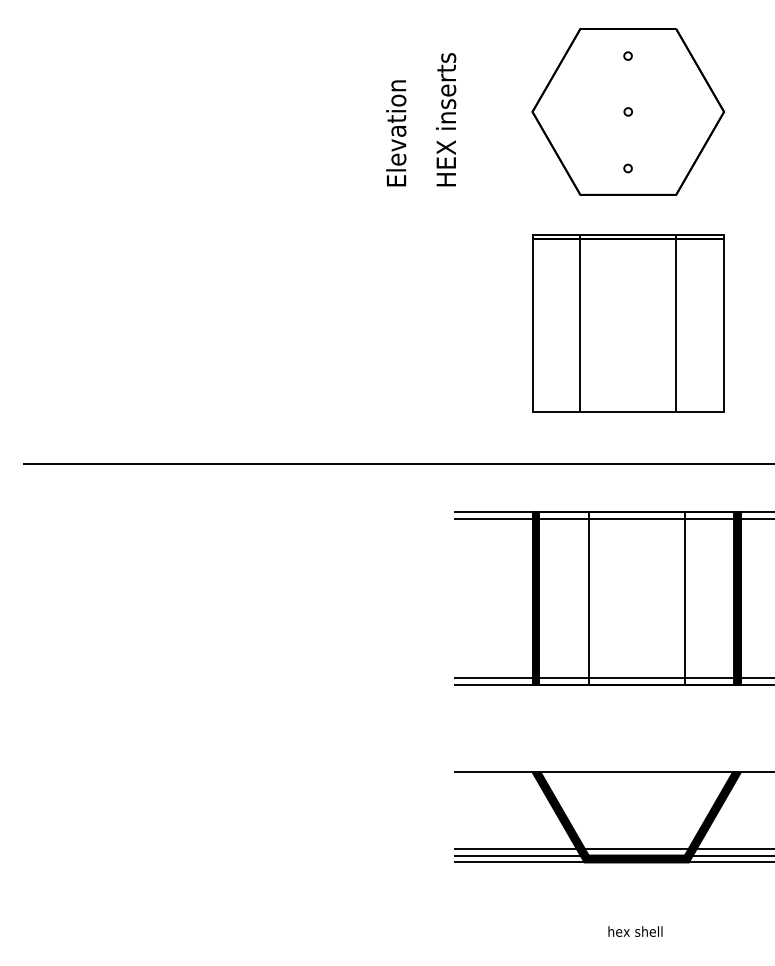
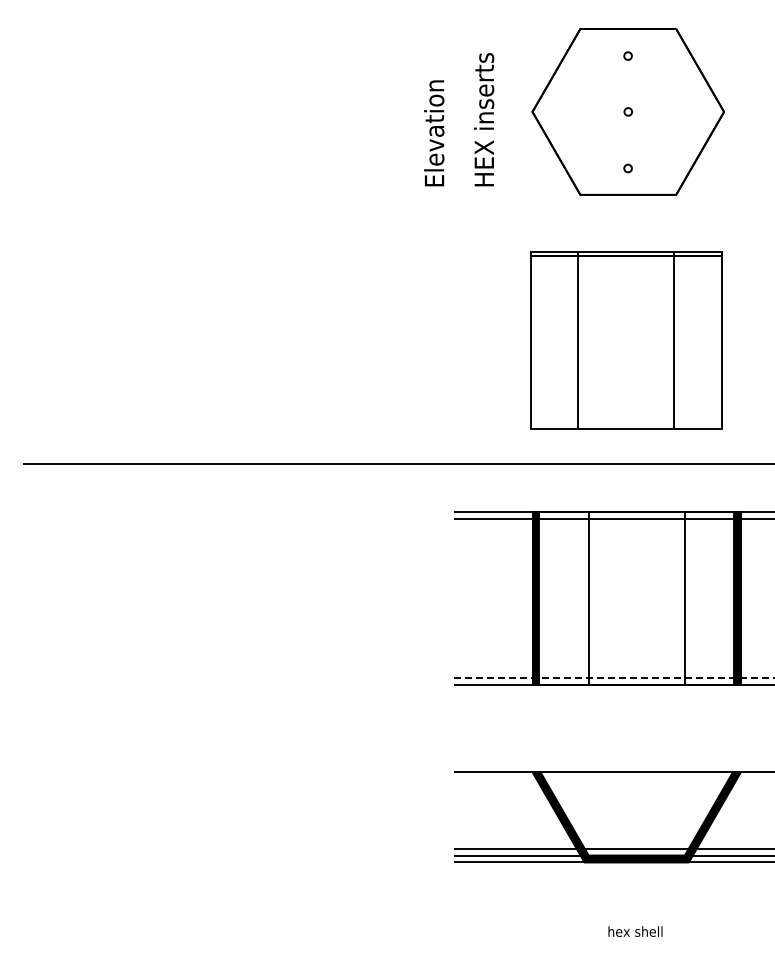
text at (421, 119) position: (421, 119) -> (459, 119)
part at (628, 323) position: (628, 323) -> (626, 340)
line at (614, 678): solid -> dashed
